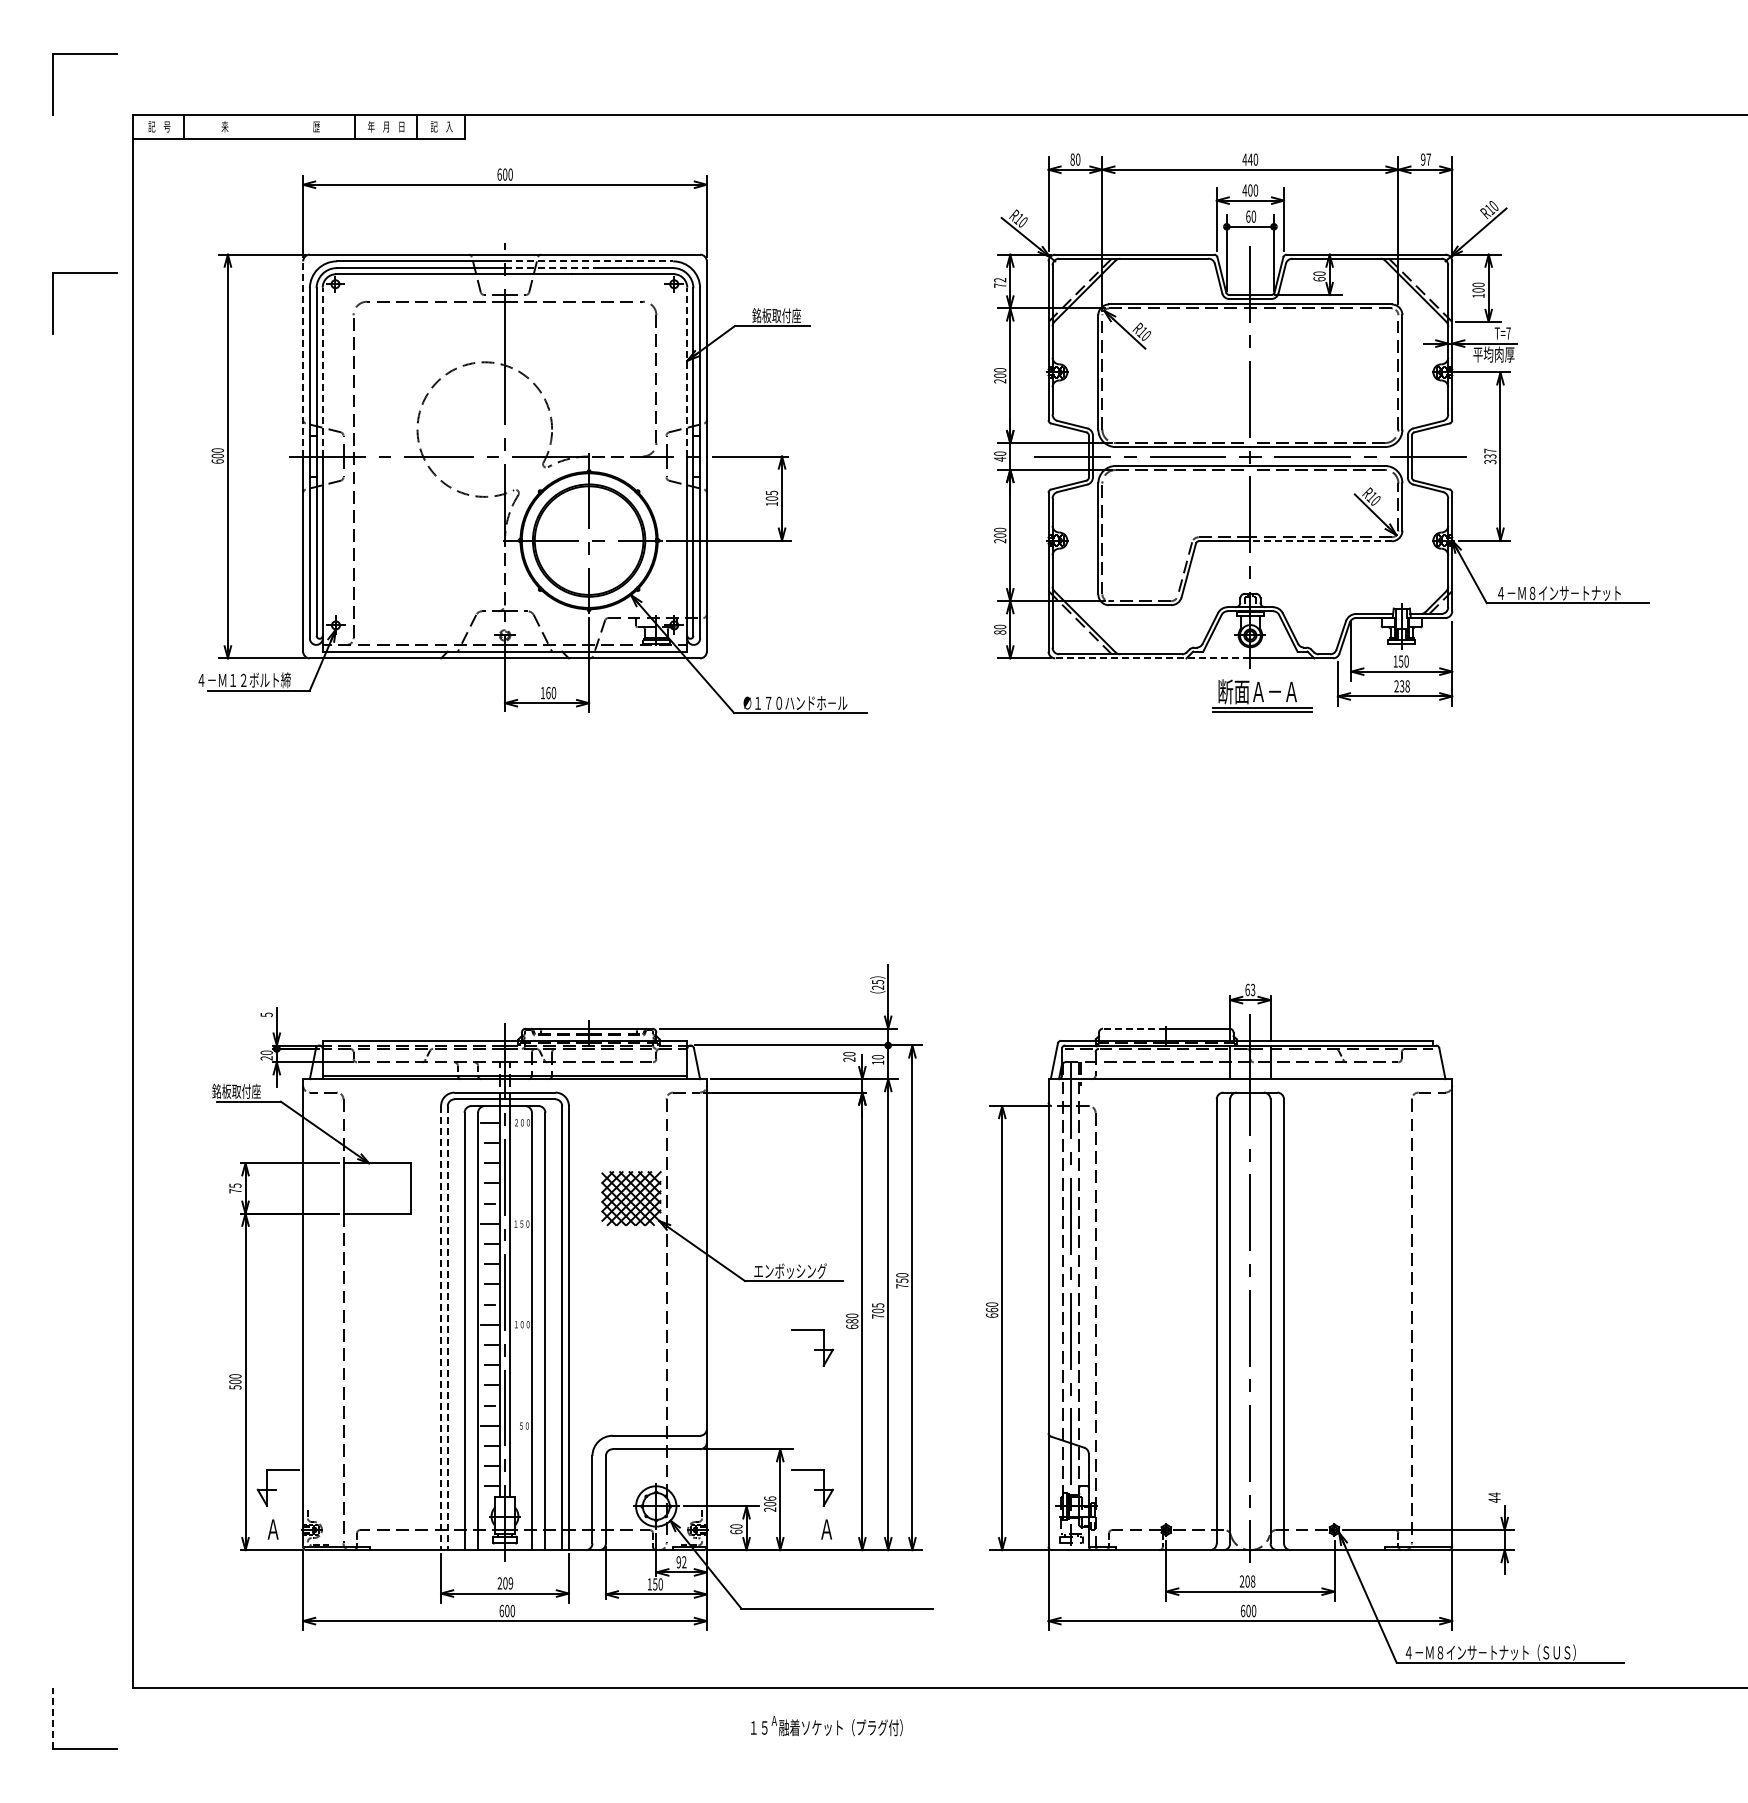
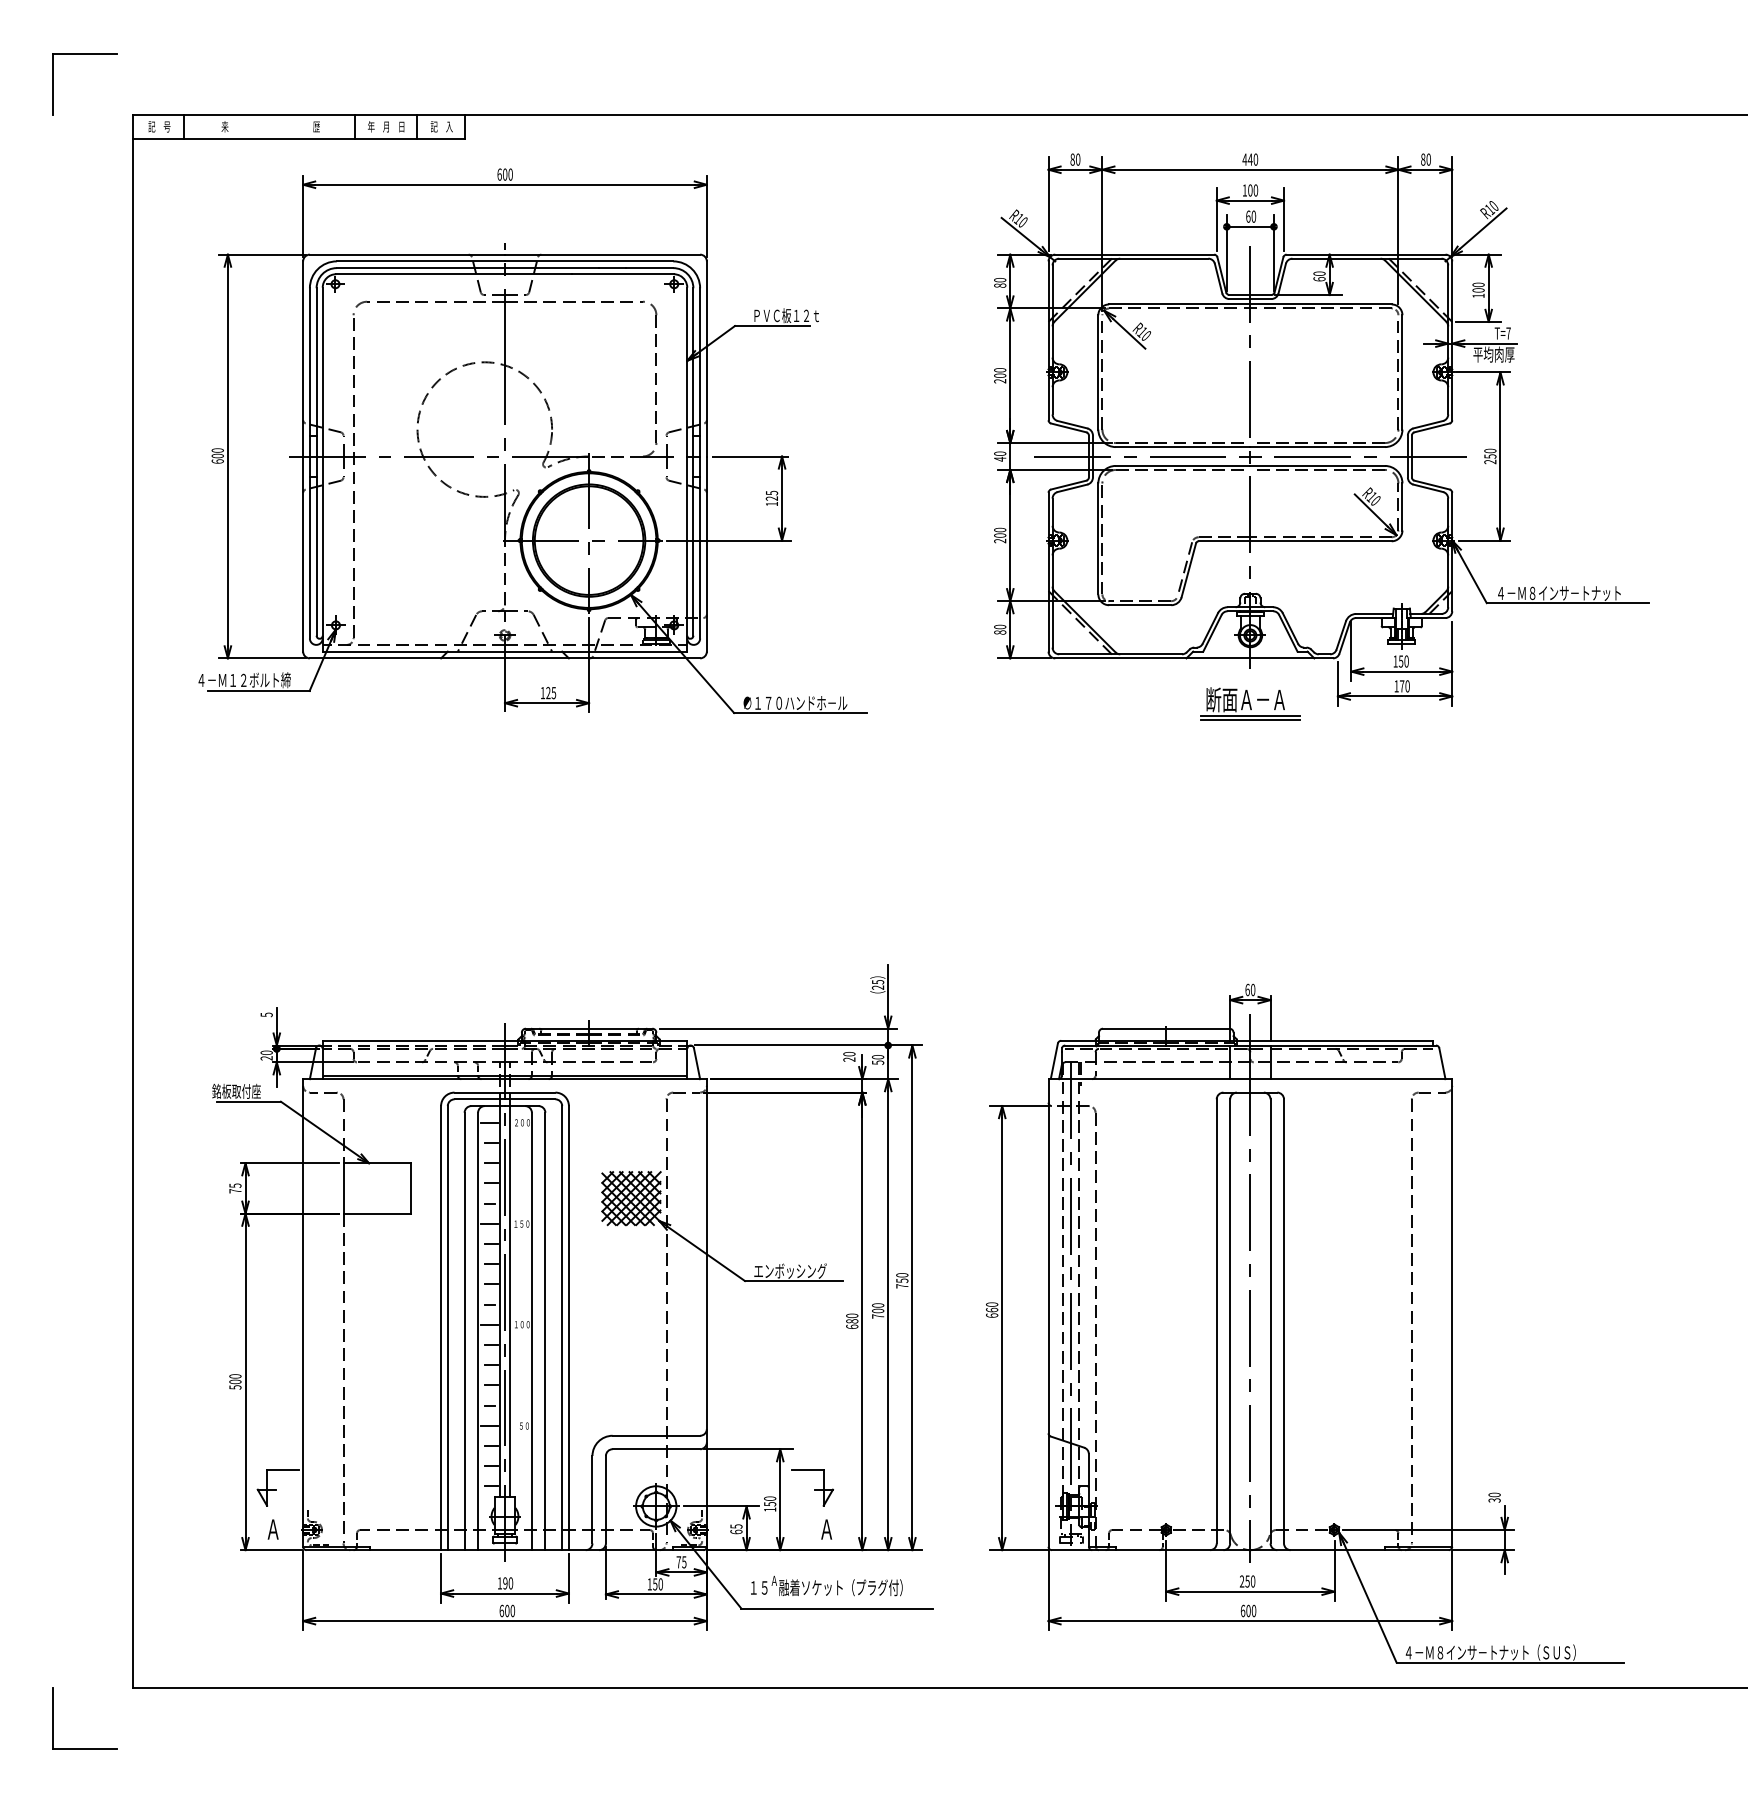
text at (1425, 159): 97 -> 80
text at (1244, 190): 400 -> 100
line at (589, 261): dashed -> solid
line at (552, 268): dashed -> solid
part at (84, 273): present -> none
text at (1000, 282): 72 -> 80
text at (785, 315): 銘板取付座 -> ＰＶＣ板１２ｔ
line at (303, 358): dashed -> solid
line at (322, 371): dashed -> solid
line at (687, 371): dashed -> solid
text at (1490, 456): 337 -> 250
text at (772, 498): 105 -> 125
line at (1321, 541): dashed -> solid
line at (1152, 658): dashed -> solid
text at (1401, 686): 238 -> 170
text at (551, 693): 160 -> 125
part at (1262, 695) position: (1262, 695) -> (1250, 703)
text at (1252, 990): 63 -> 60
line at (1134, 1028): dashed -> solid
text at (878, 1062): 10 -> 50
text at (878, 1305): 705 -> 700
line at (441, 1328): dashed -> solid
line at (447, 1328): dashed -> solid
part at (812, 1347): present -> none
text at (1494, 1497): 44 -> 30
text at (770, 1503): 206 -> 150
text at (736, 1526): 60 -> 65
text at (681, 1562): 92 -> 75
text at (1250, 1581): 208 -> 250
text at (505, 1583): 209 -> 190
line at (52, 1717): dashed -> solid
text at (826, 1725) position: (826, 1725) -> (826, 1585)
